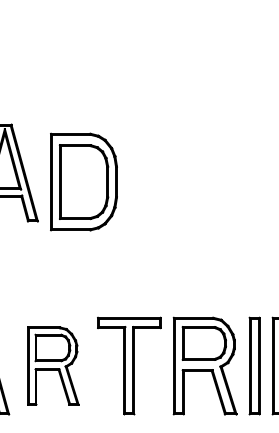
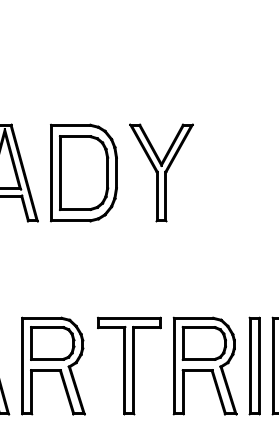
part at (161, 172): none -> present
part at (83, 181) position: (83, 181) -> (83, 172)
part at (53, 365) size: 53x80 px -> 65x100 px
